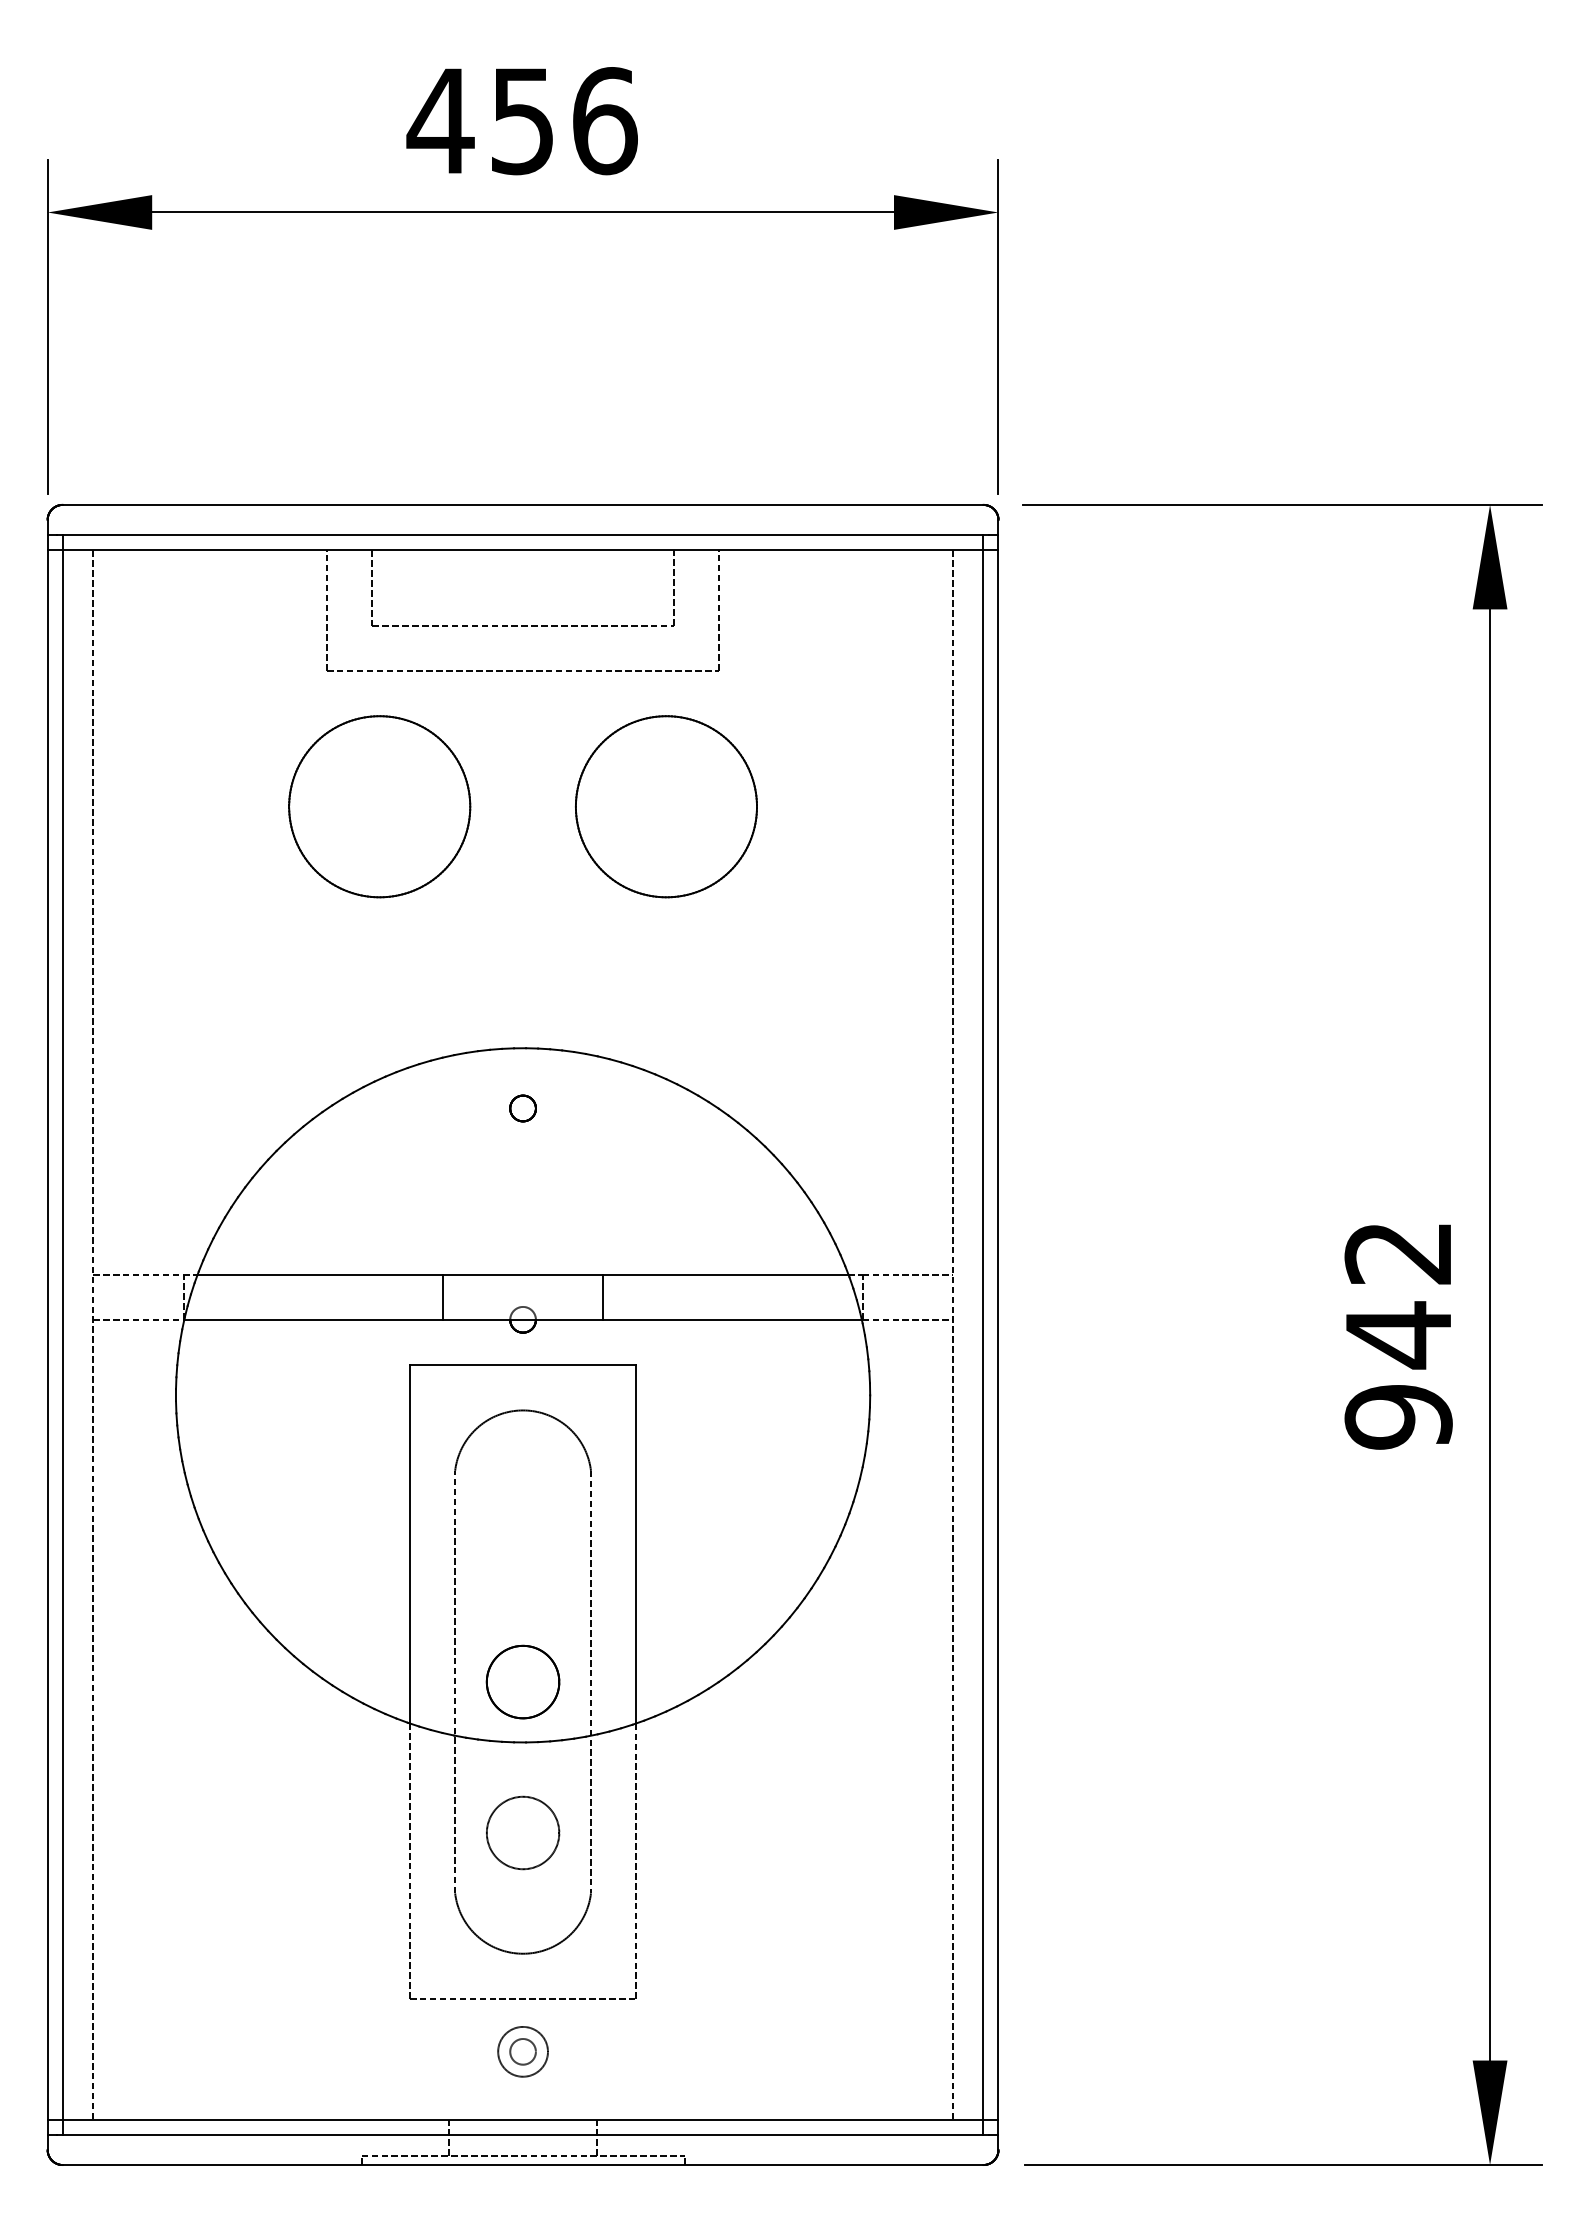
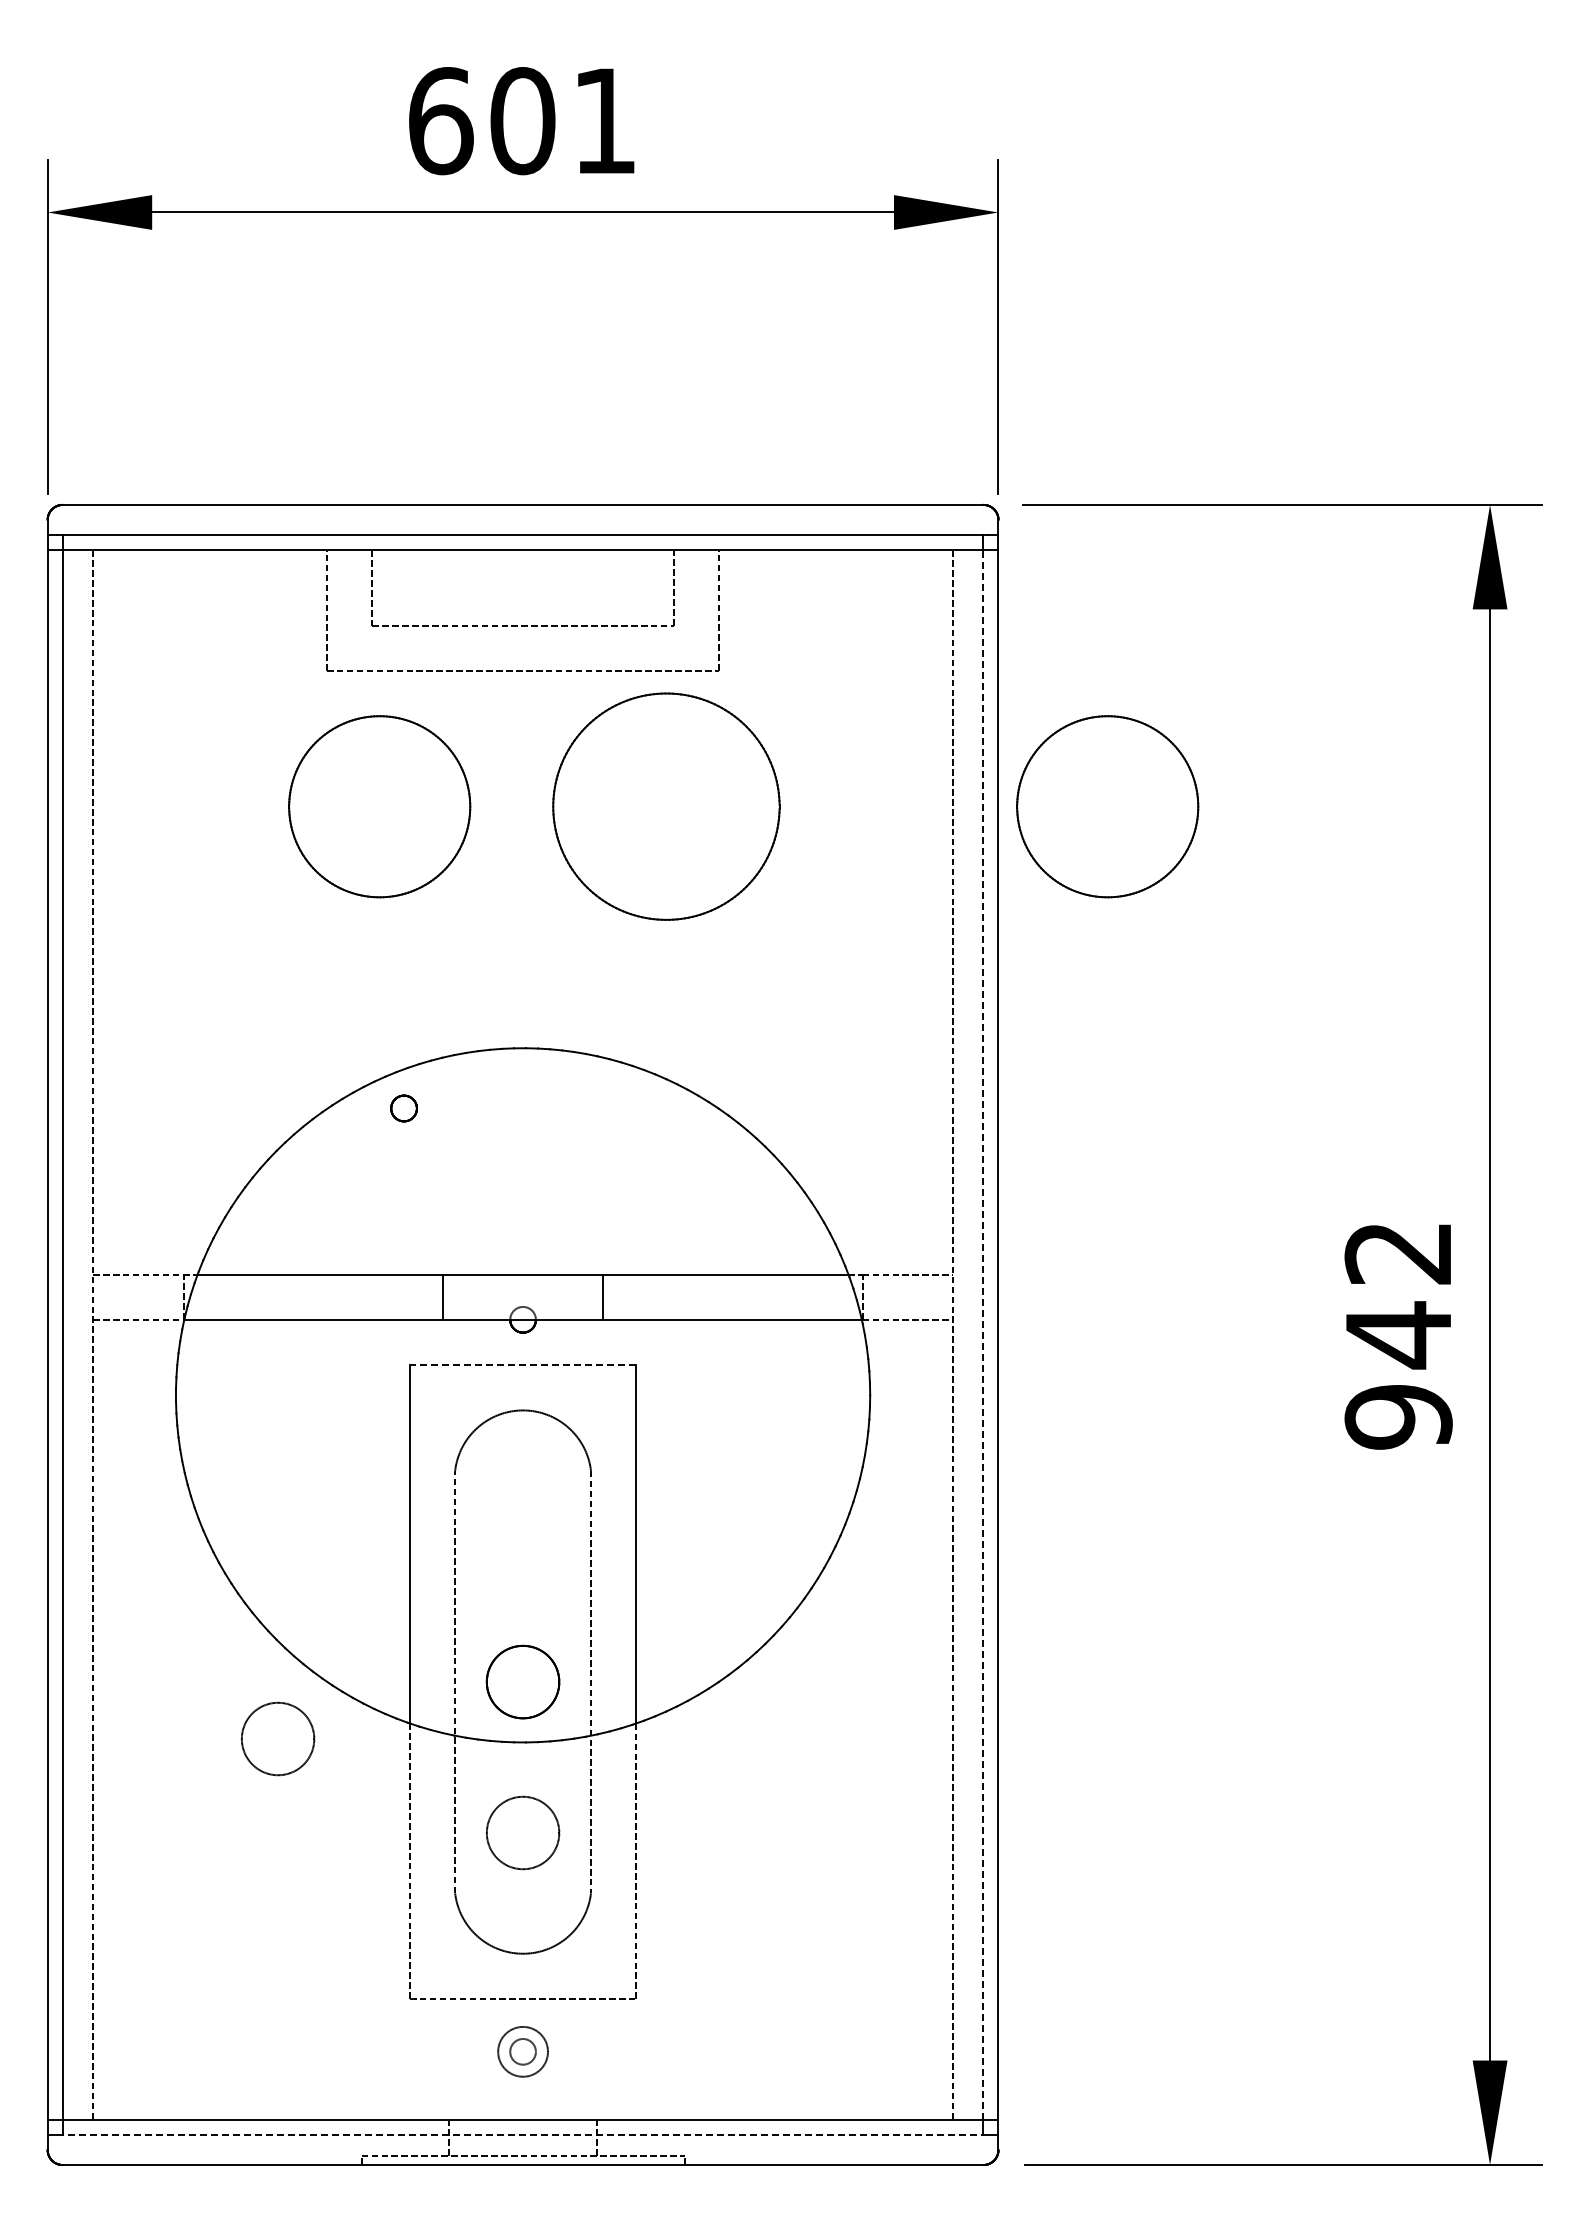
text at (521, 121): 456 -> 601
part at (666, 806) size: 183x184 px -> 229x229 px
part at (1107, 806): none -> present
part at (522, 1108) position: (522, 1108) -> (403, 1108)
line at (983, 1334): solid -> dashed
line at (522, 1365): solid -> dashed
part at (278, 1738): none -> present
line at (523, 2134): solid -> dashed
